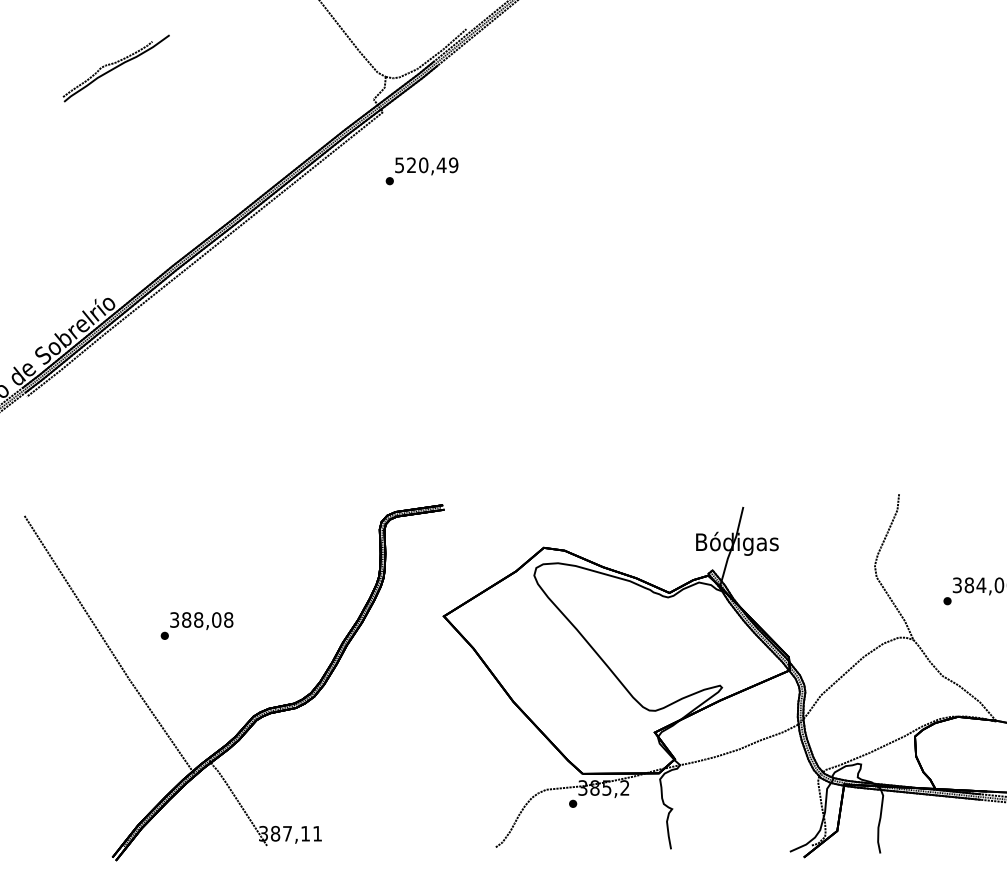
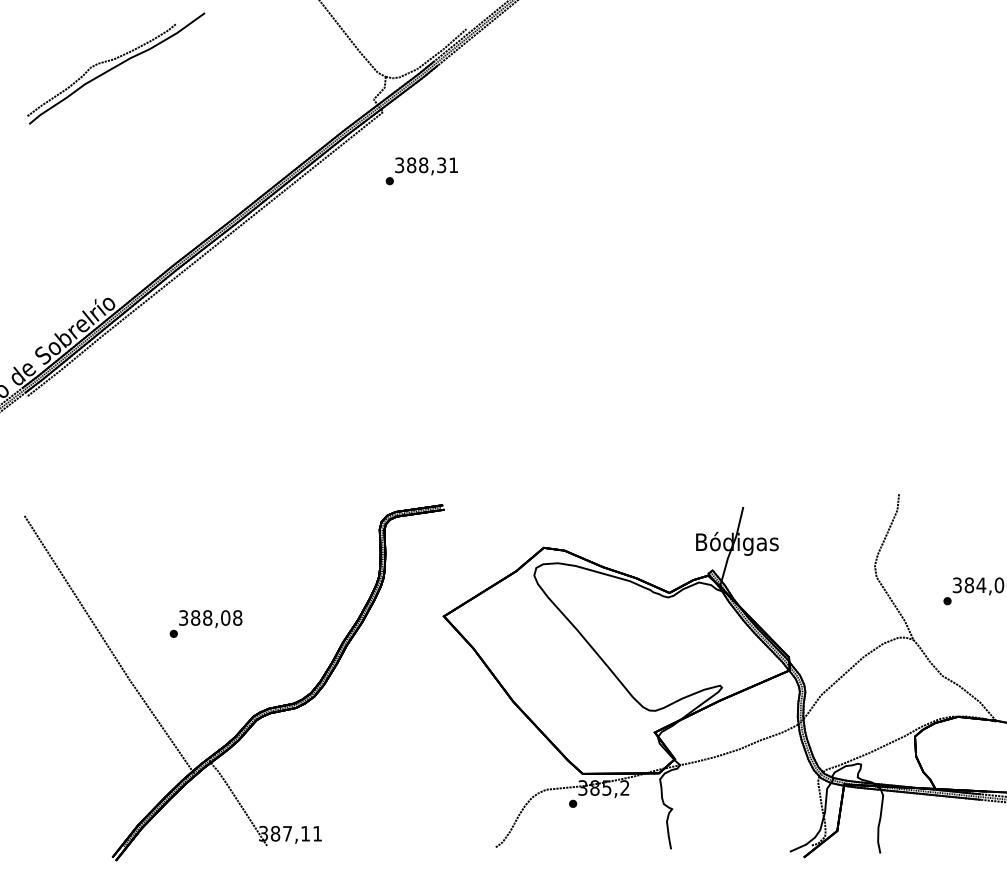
part at (115, 68) size: 108x69 px -> 179x113 px
text at (426, 165): 520,49 -> 388,31
text at (196, 625) position: (196, 625) -> (205, 623)
